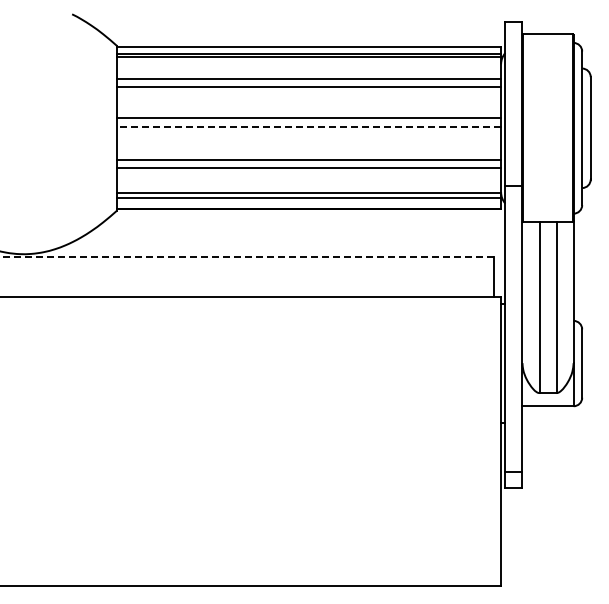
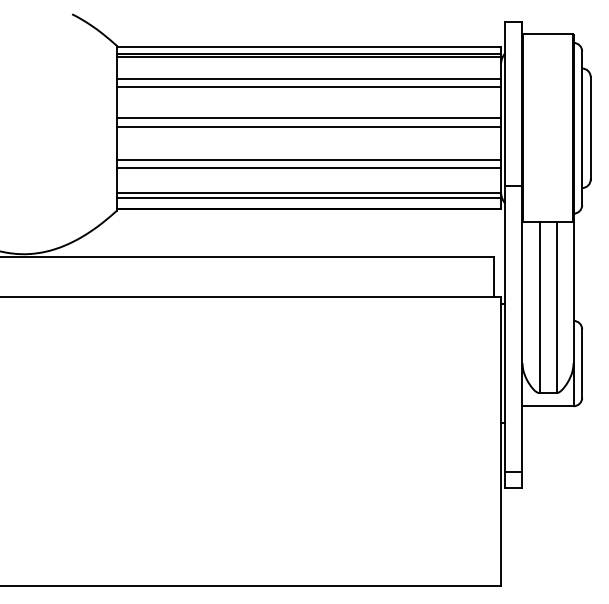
line at (308, 126): dashed -> solid
line at (247, 256): dashed -> solid
